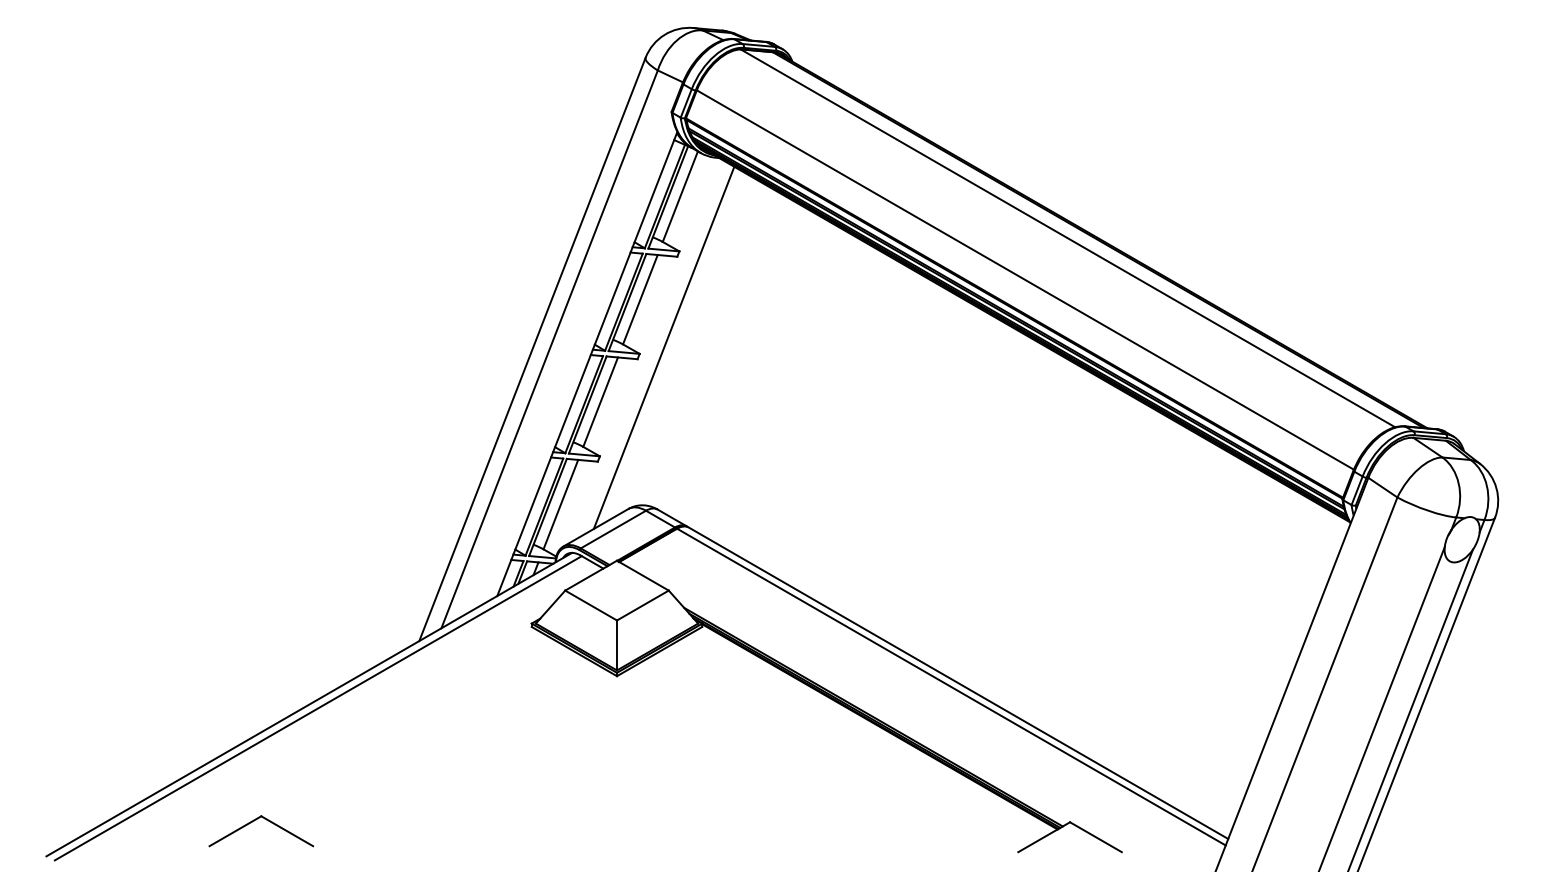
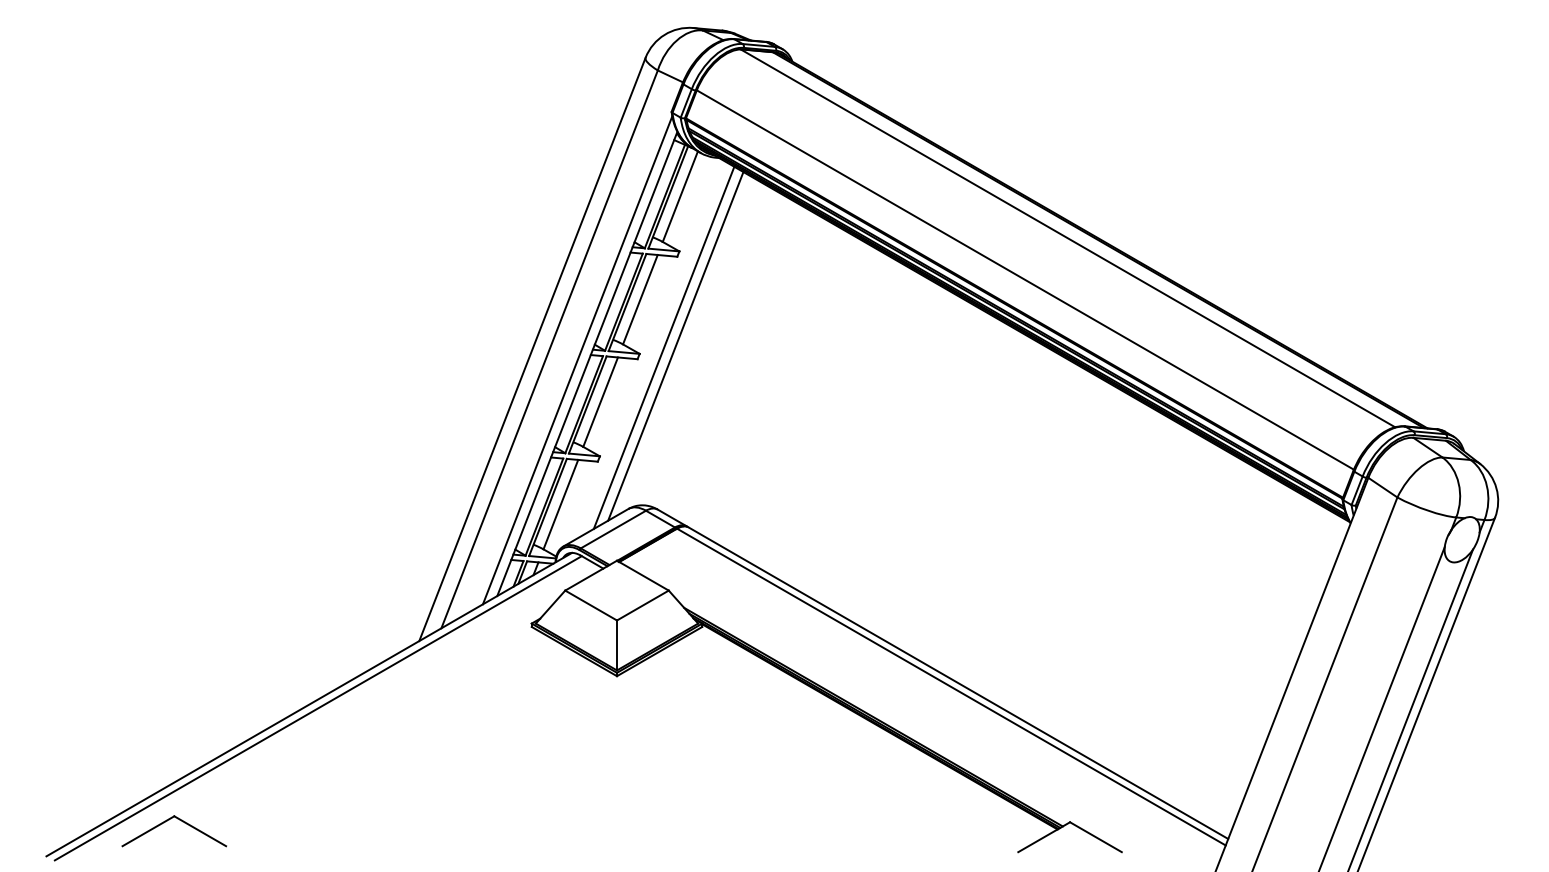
line at (675, 346): none -> present
line at (577, 360): none -> present
part at (254, 821) position: (254, 821) -> (167, 821)
